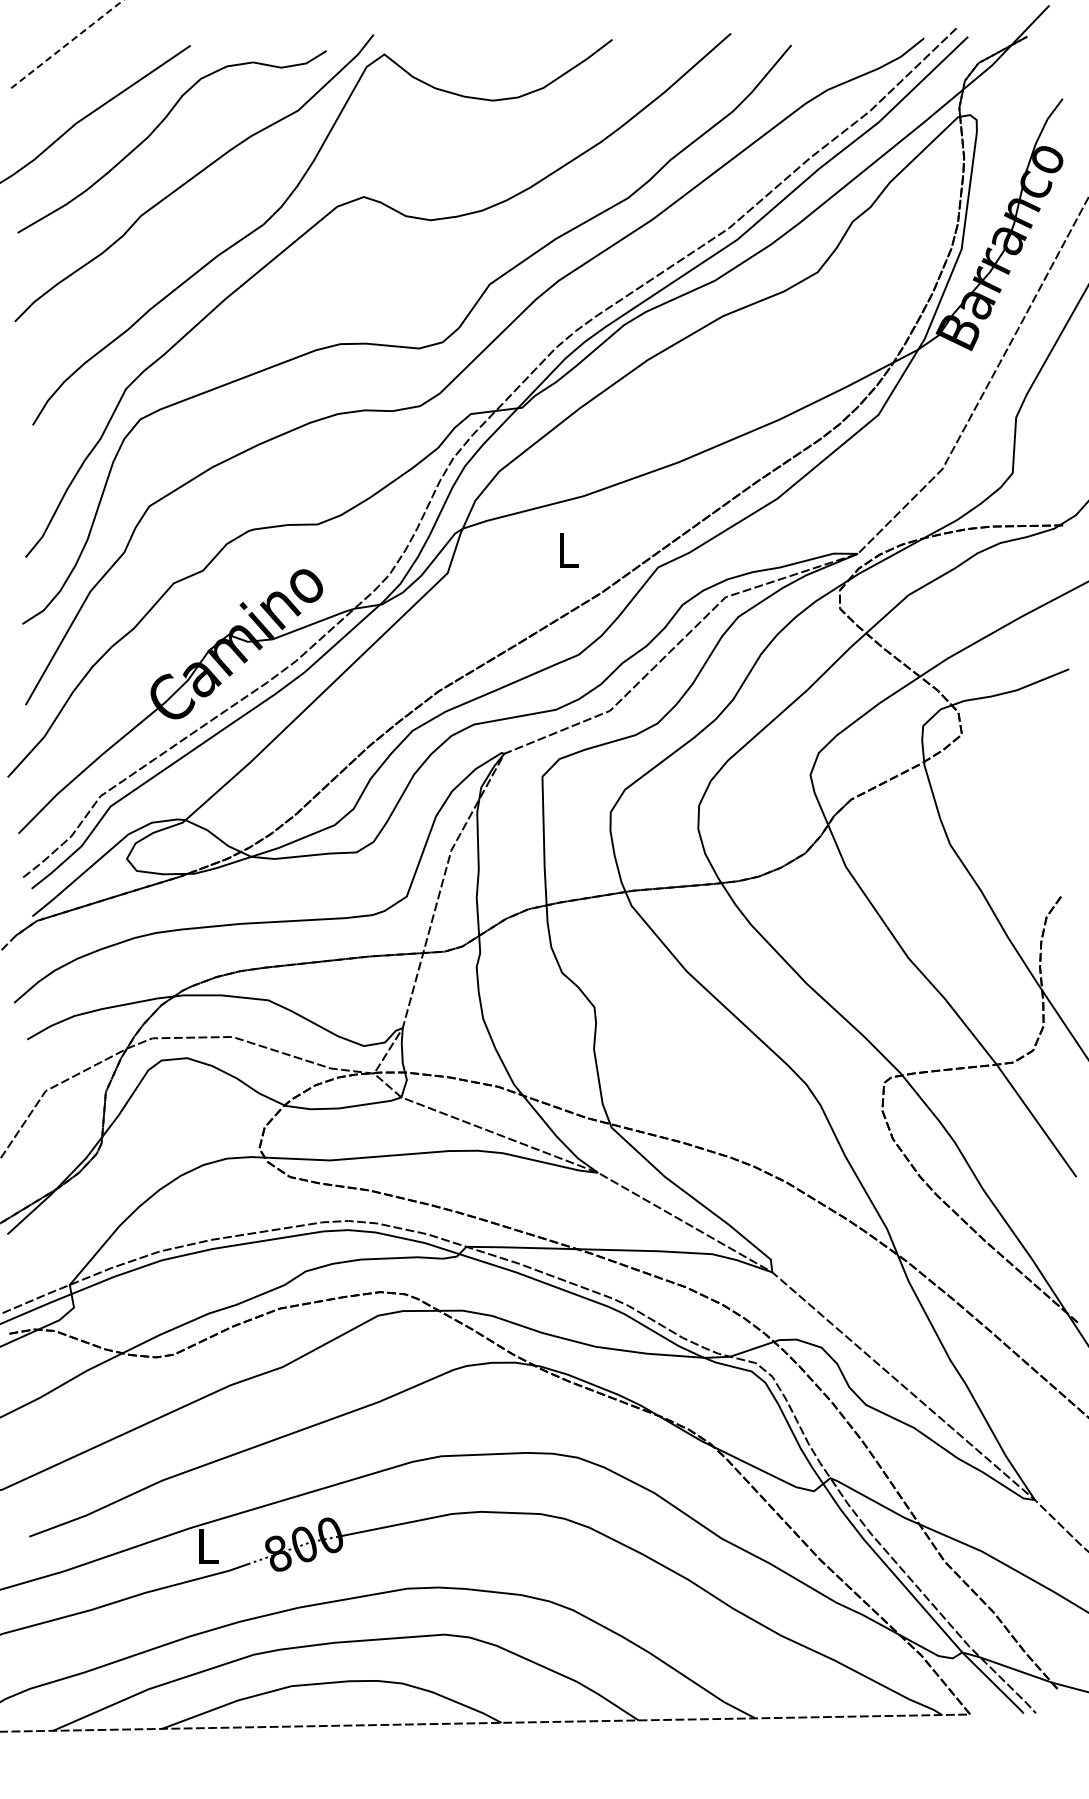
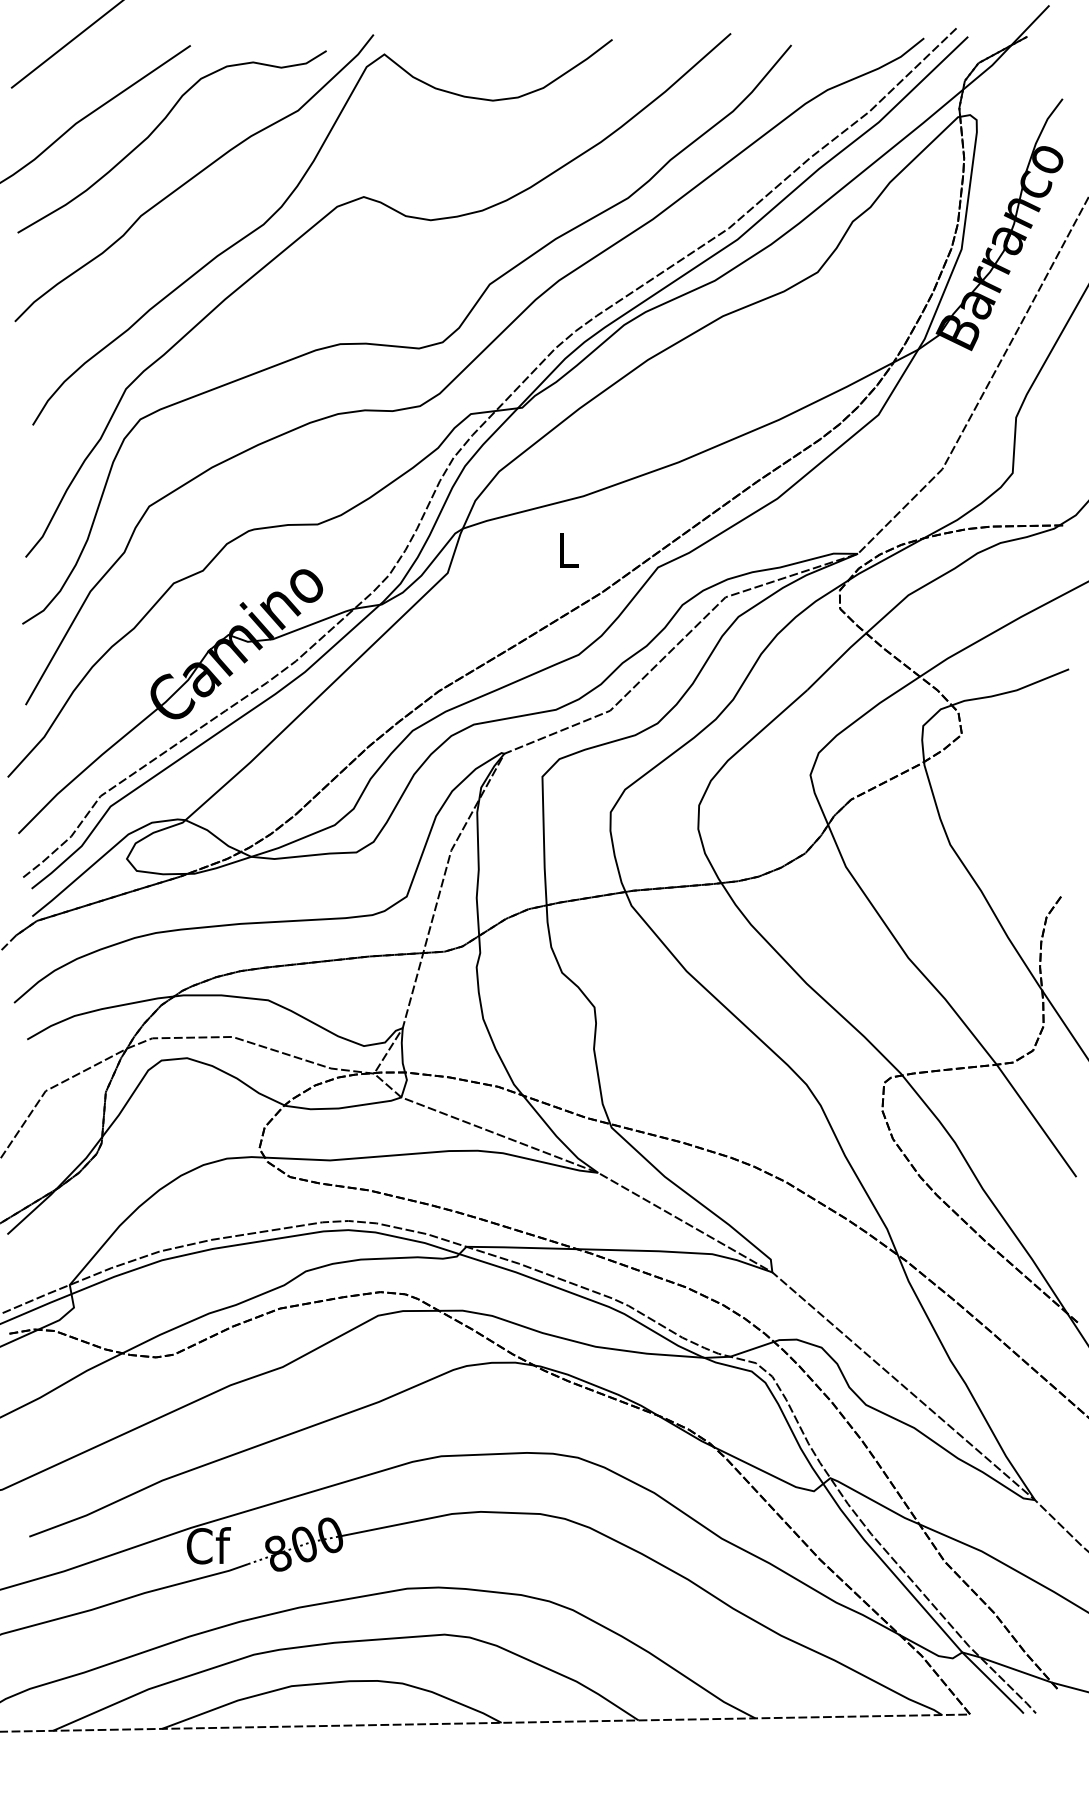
line at (67, 43): dashed -> solid
text at (208, 1545): L -> Cf
